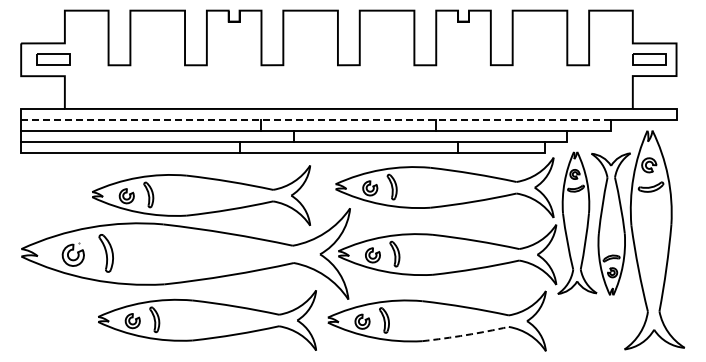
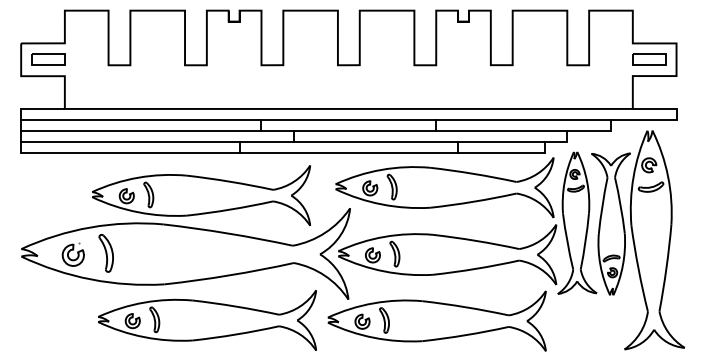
part at (53, 59) position: (53, 59) -> (48, 59)
line at (316, 119): dashed -> solid
arc at (465, 335): dashed -> solid
